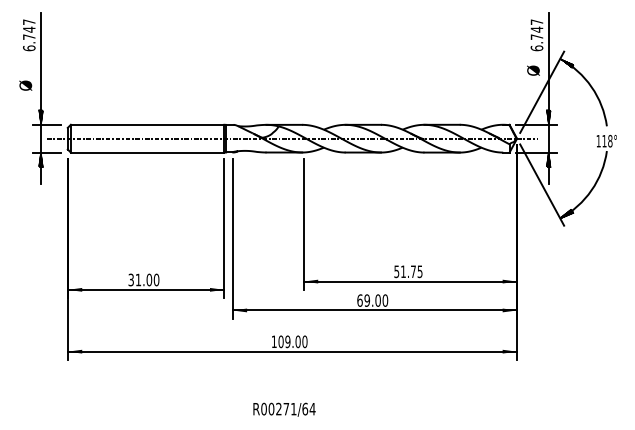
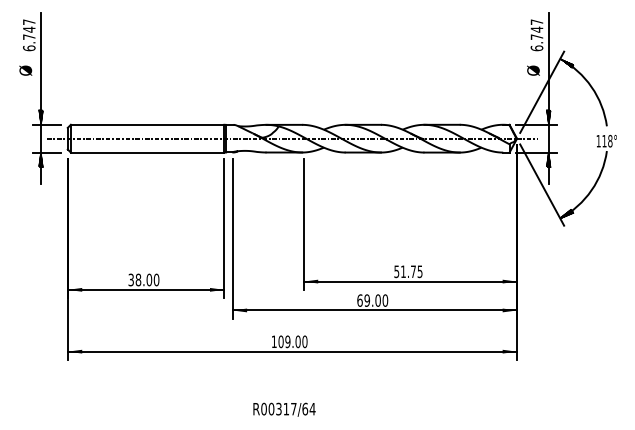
text at (25, 85) position: (25, 85) -> (25, 70)
text at (138, 279): 31.00 -> 38.00
text at (286, 409): R00271/64 -> R00317/64
